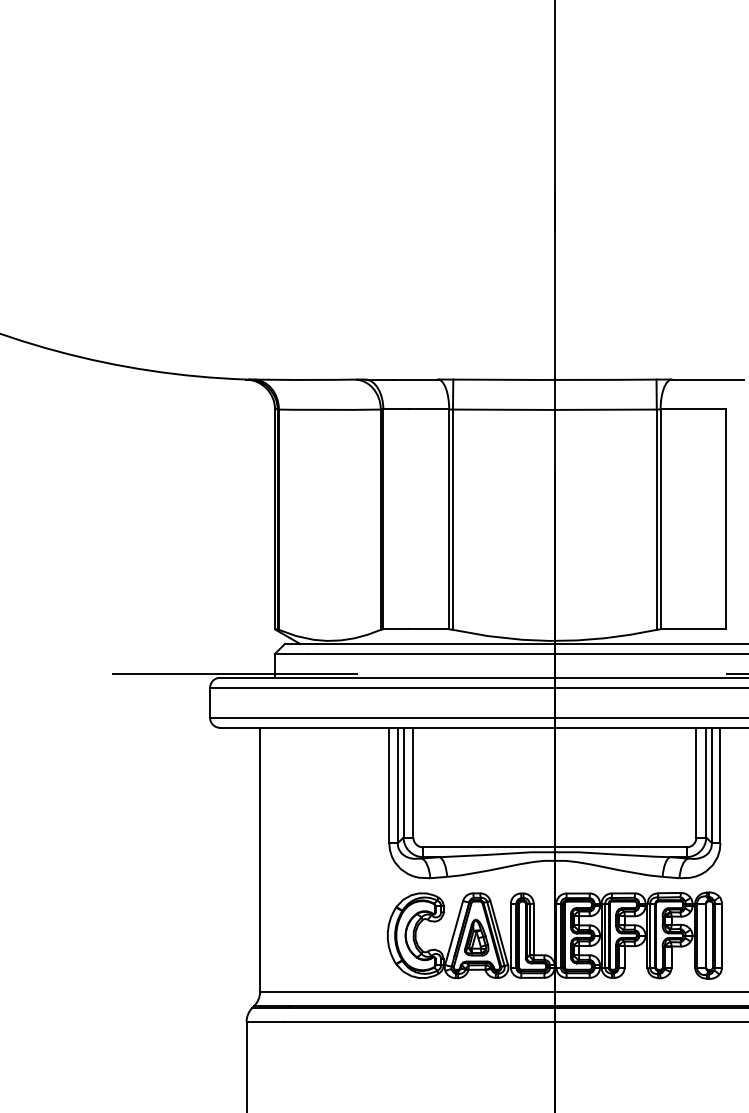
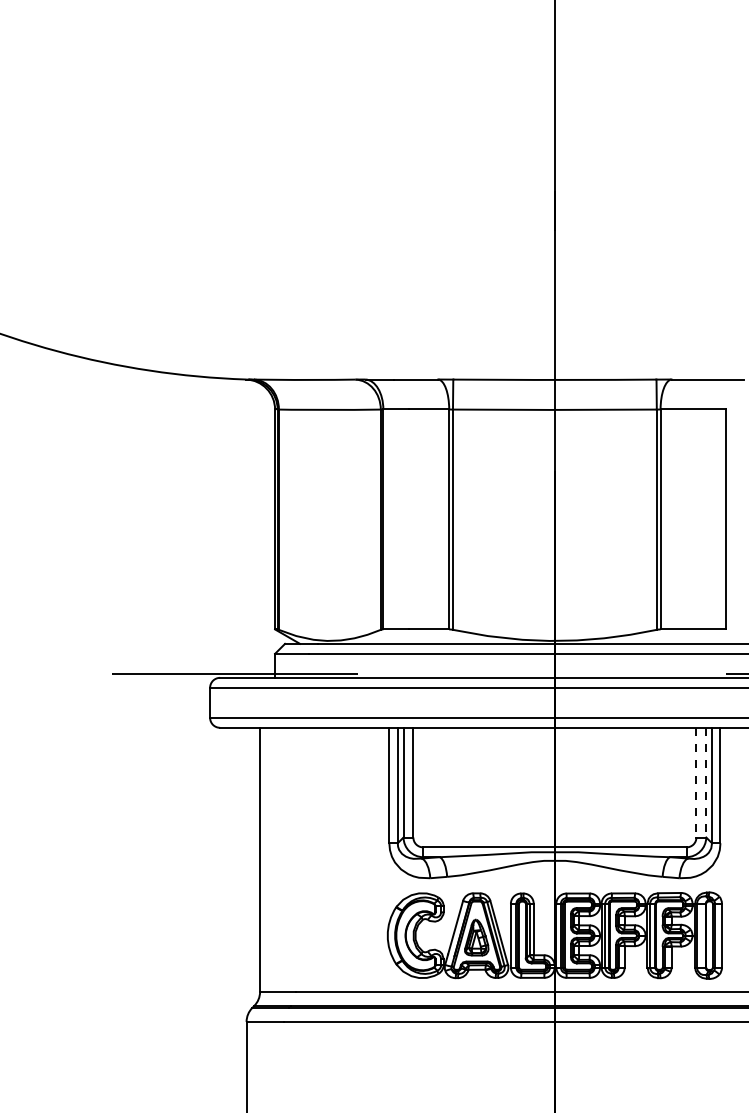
line at (696, 782): solid -> dashed
line at (706, 782): solid -> dashed
